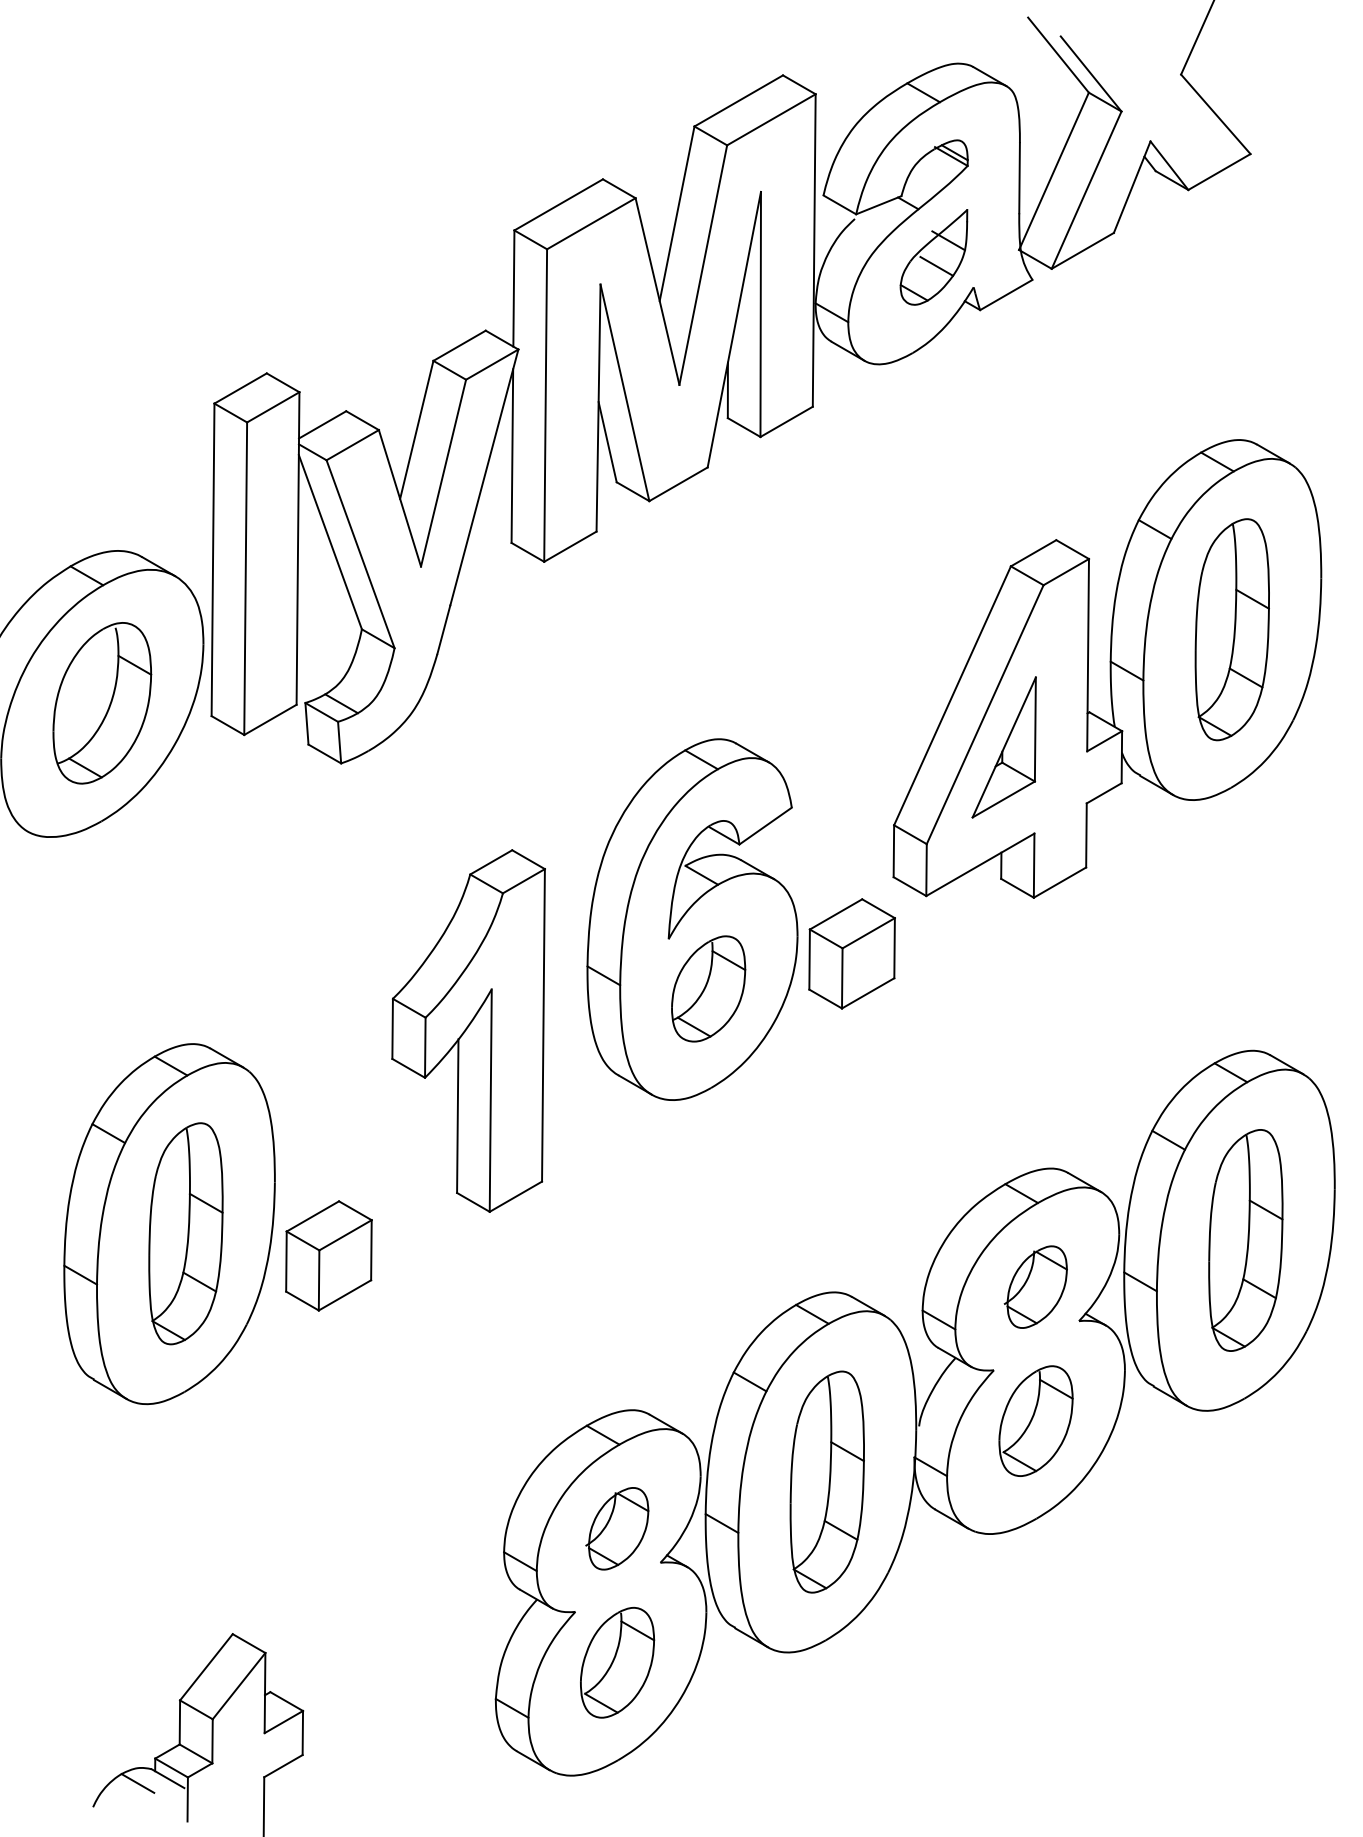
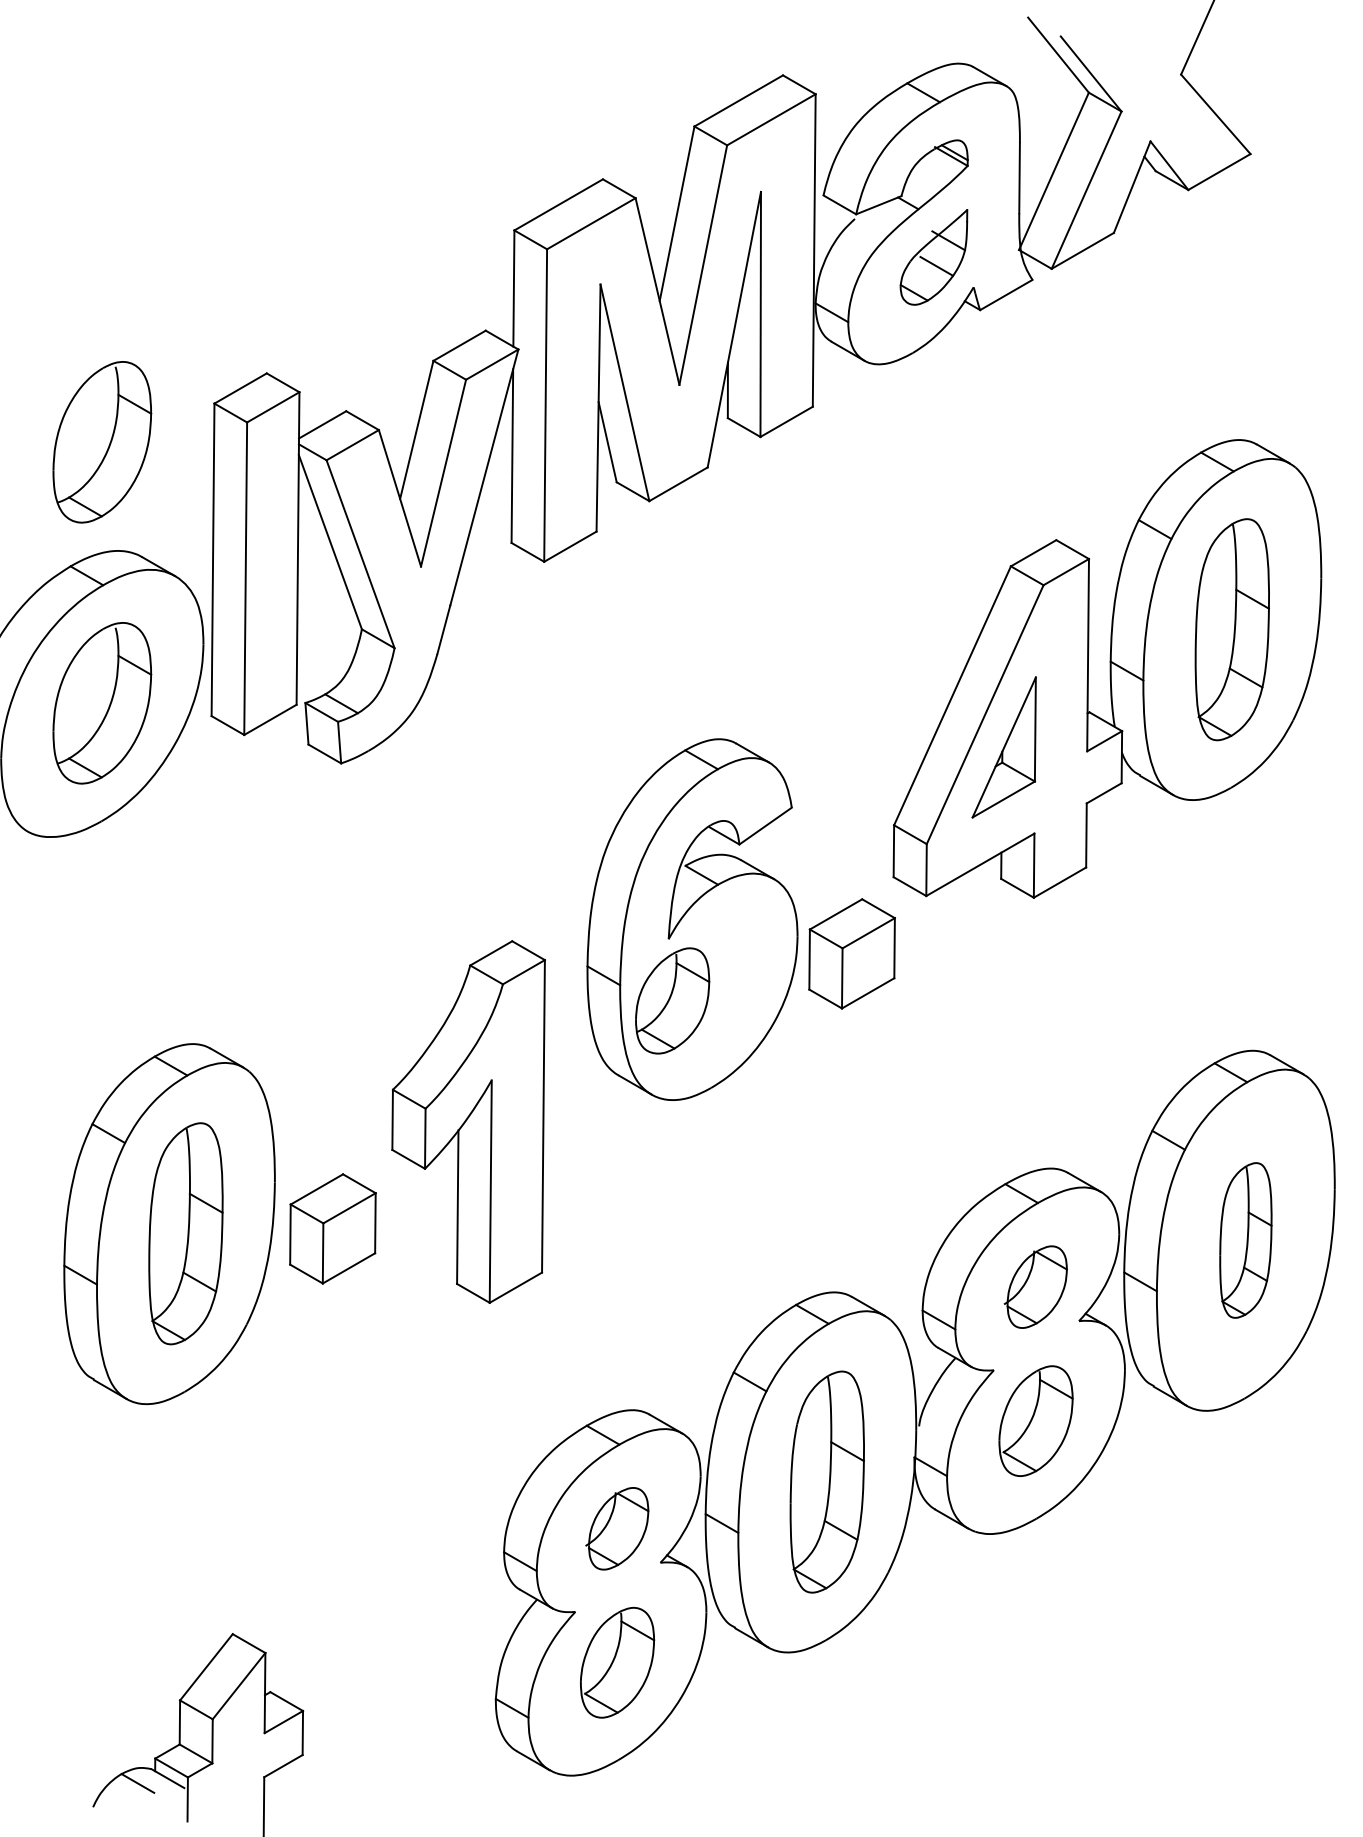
part at (102, 442): none -> present
part at (708, 988) position: (708, 988) -> (672, 1000)
part at (468, 1030) position: (468, 1030) -> (468, 1121)
part at (1245, 1240) size: 76x223 px -> 54x157 px
part at (328, 1255) position: (328, 1255) -> (332, 1228)
